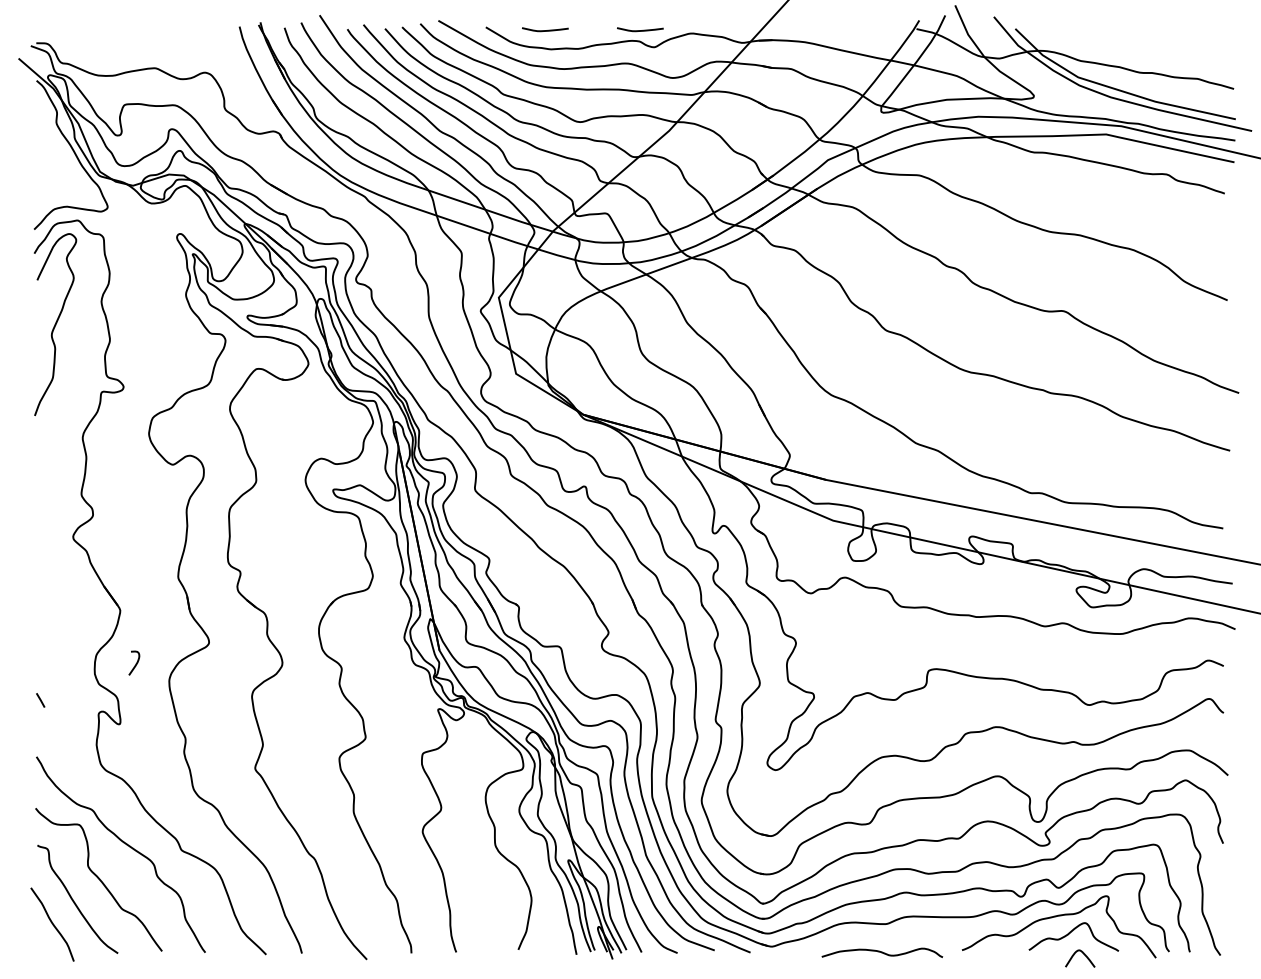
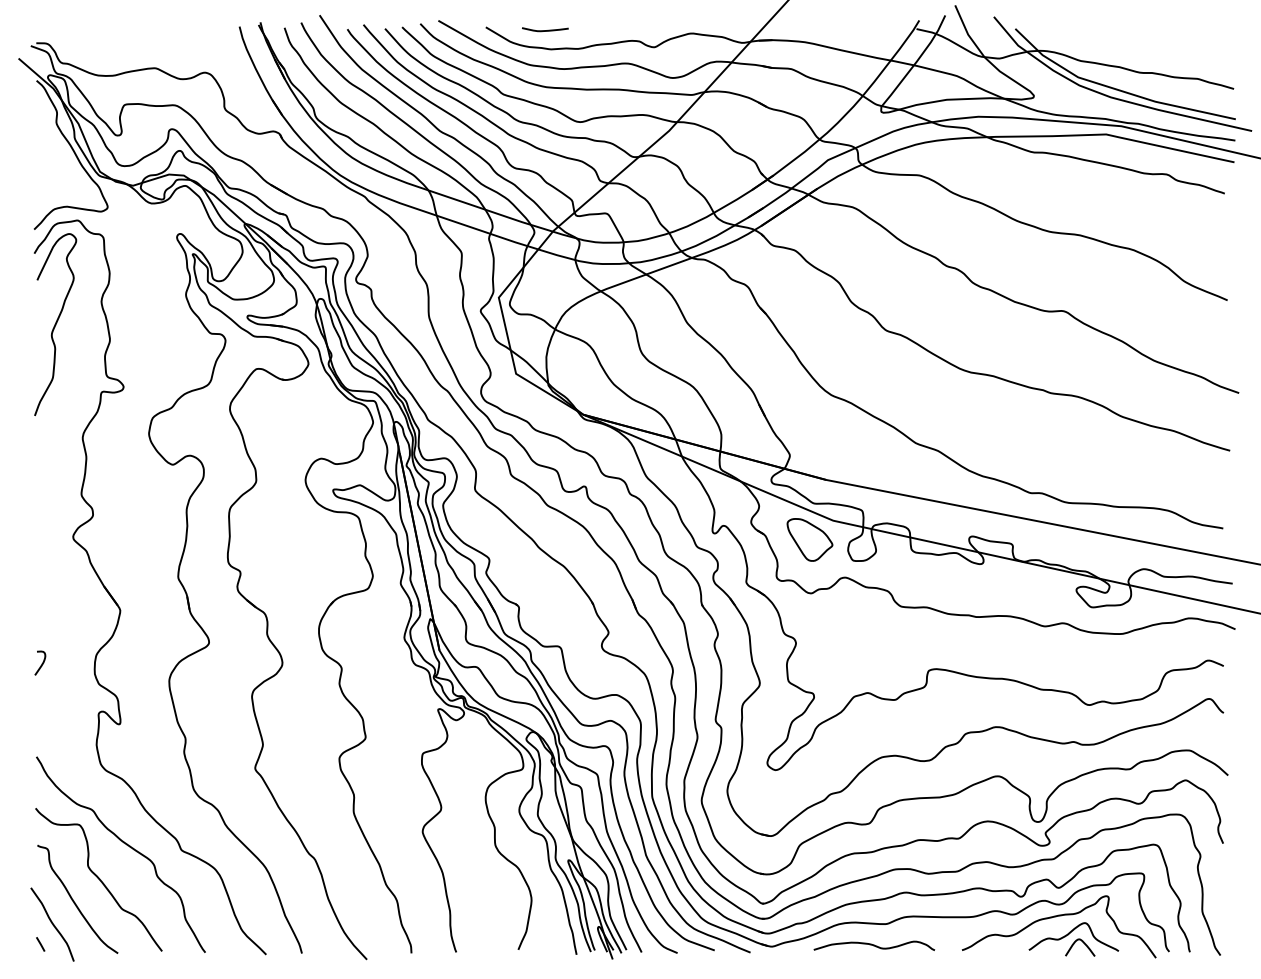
curve at (640, 30): present -> none
part at (809, 539): none -> present
curve at (135, 663) position: (135, 663) -> (41, 663)
line at (40, 700) position: (40, 700) -> (40, 944)
curve at (882, 952) position: (882, 952) -> (874, 945)
curve at (1083, 954) position: (1083, 954) -> (1083, 943)
